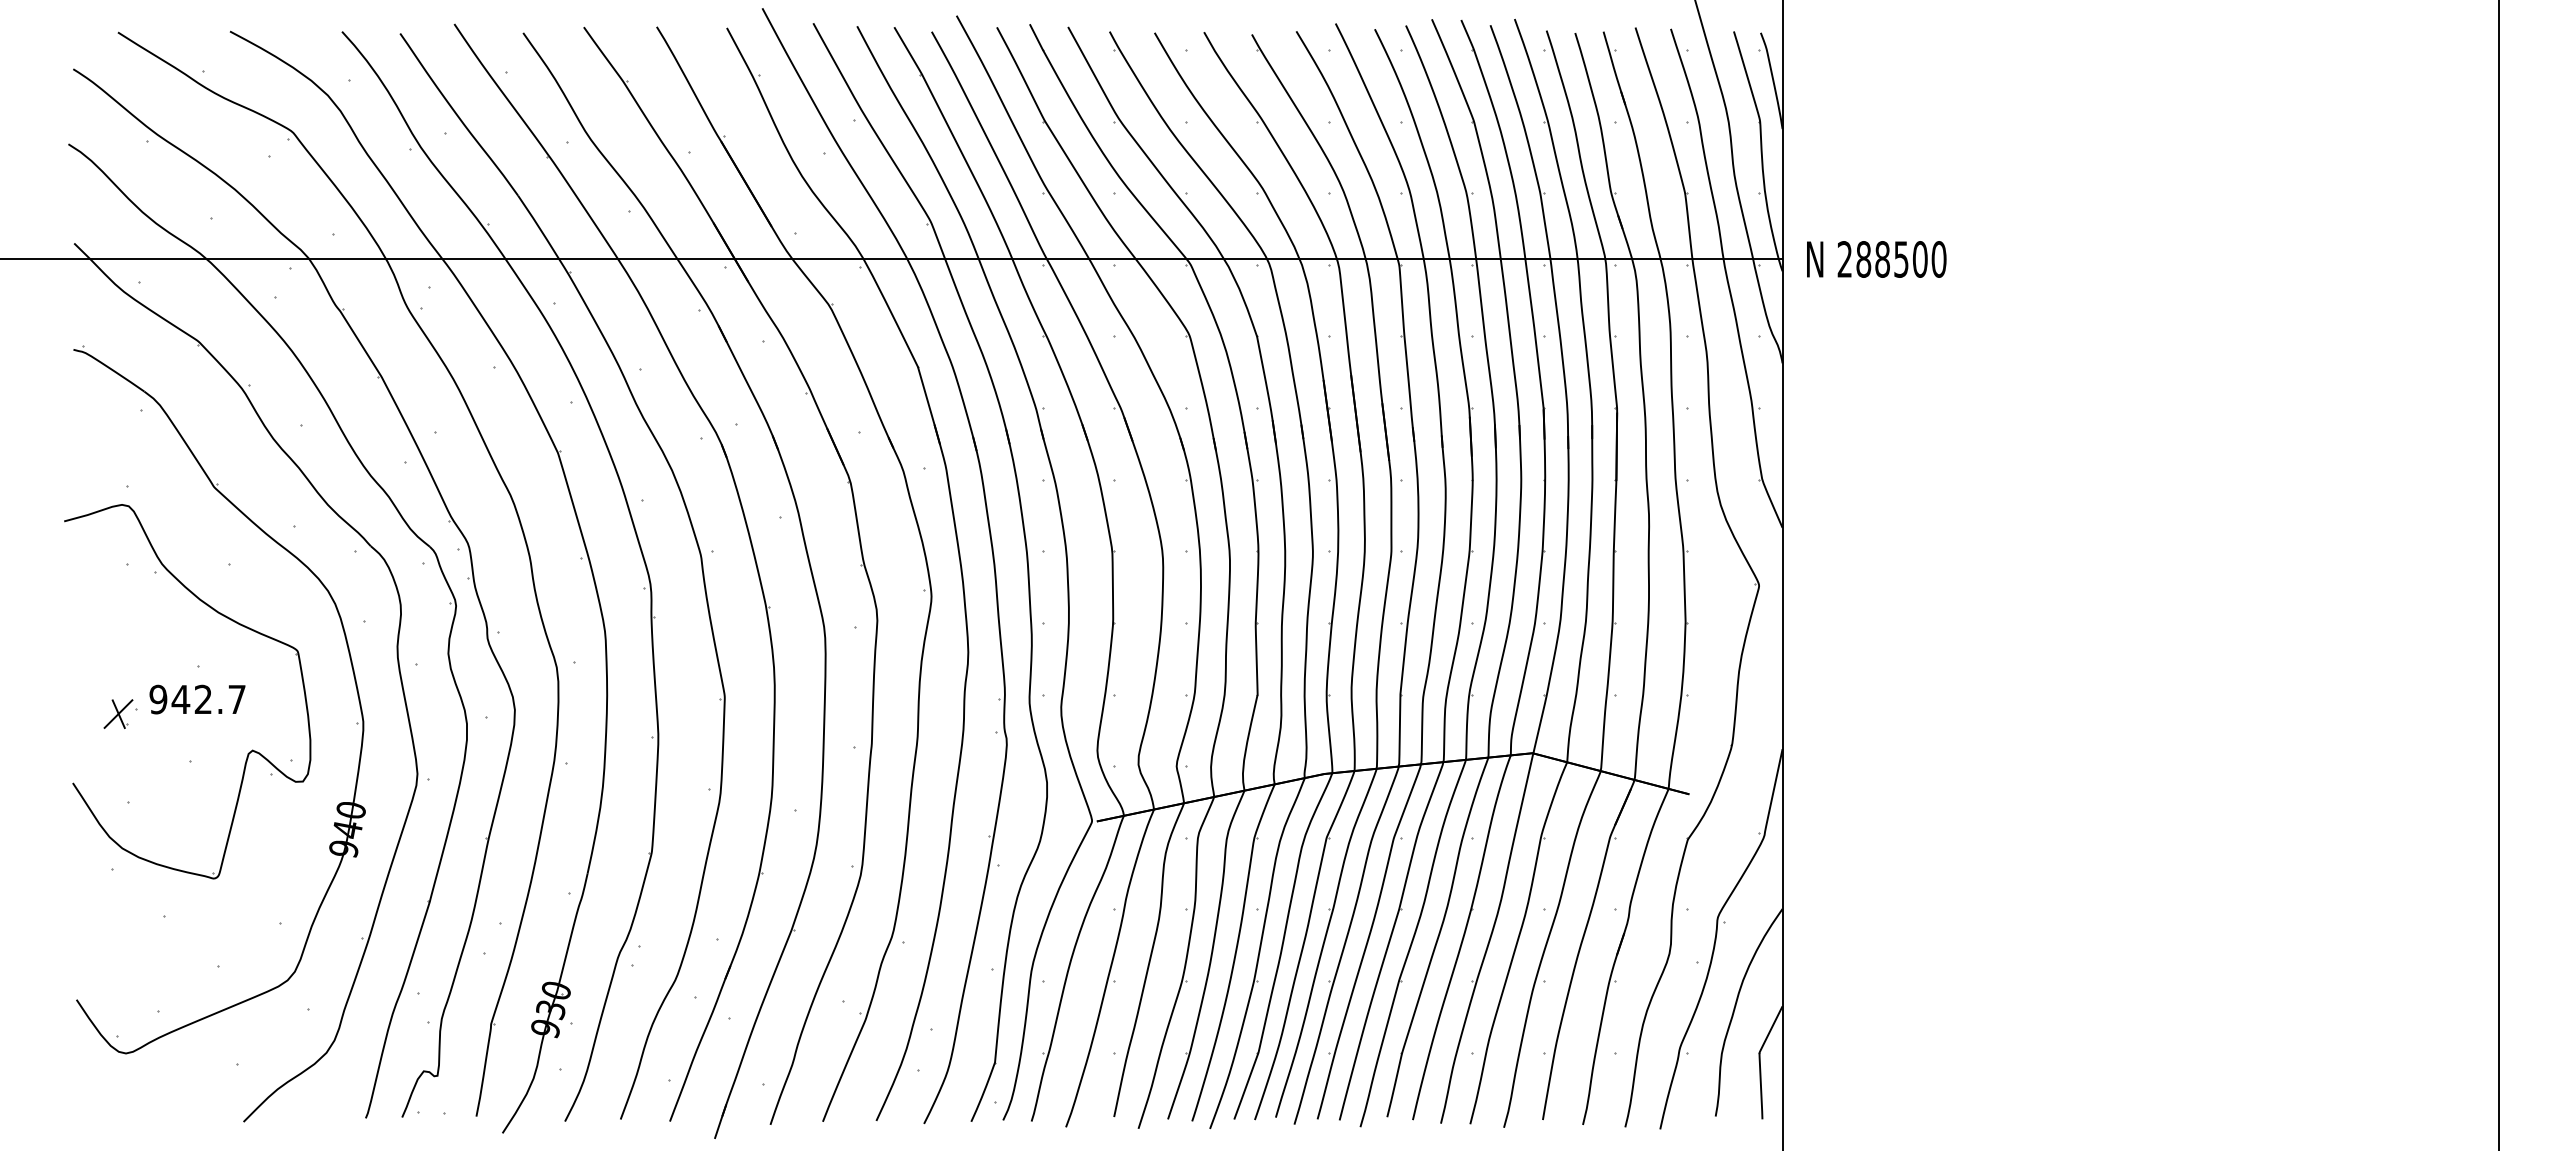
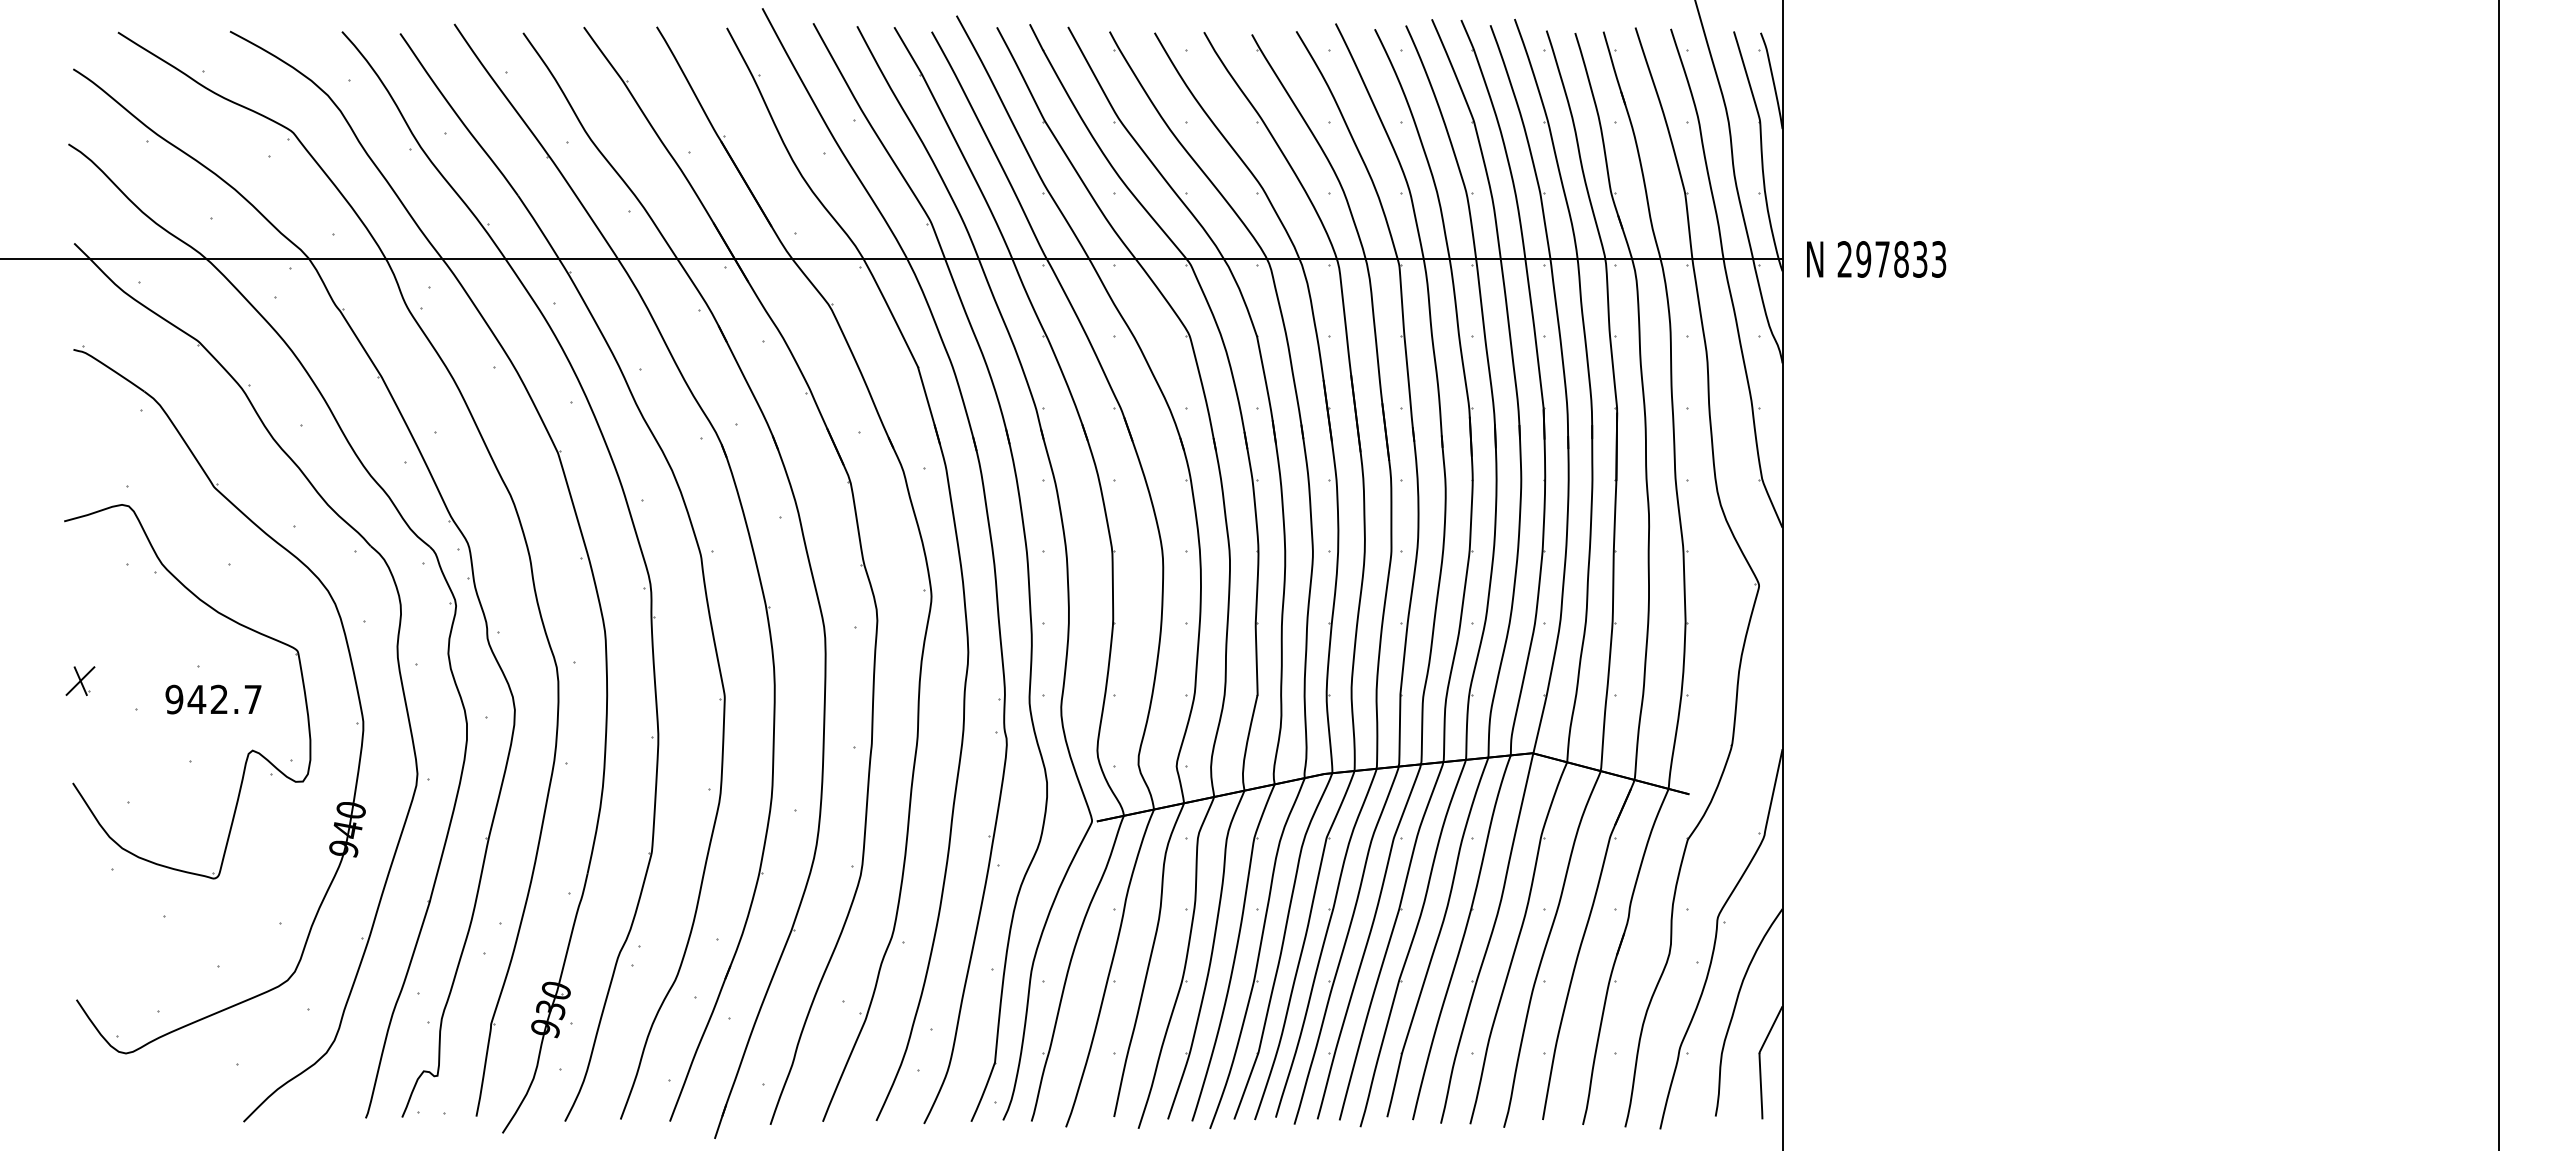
text at (1901, 259): 288500 -> 297833
text at (197, 699) position: (197, 699) -> (213, 699)
part at (118, 713) position: (118, 713) -> (80, 680)
